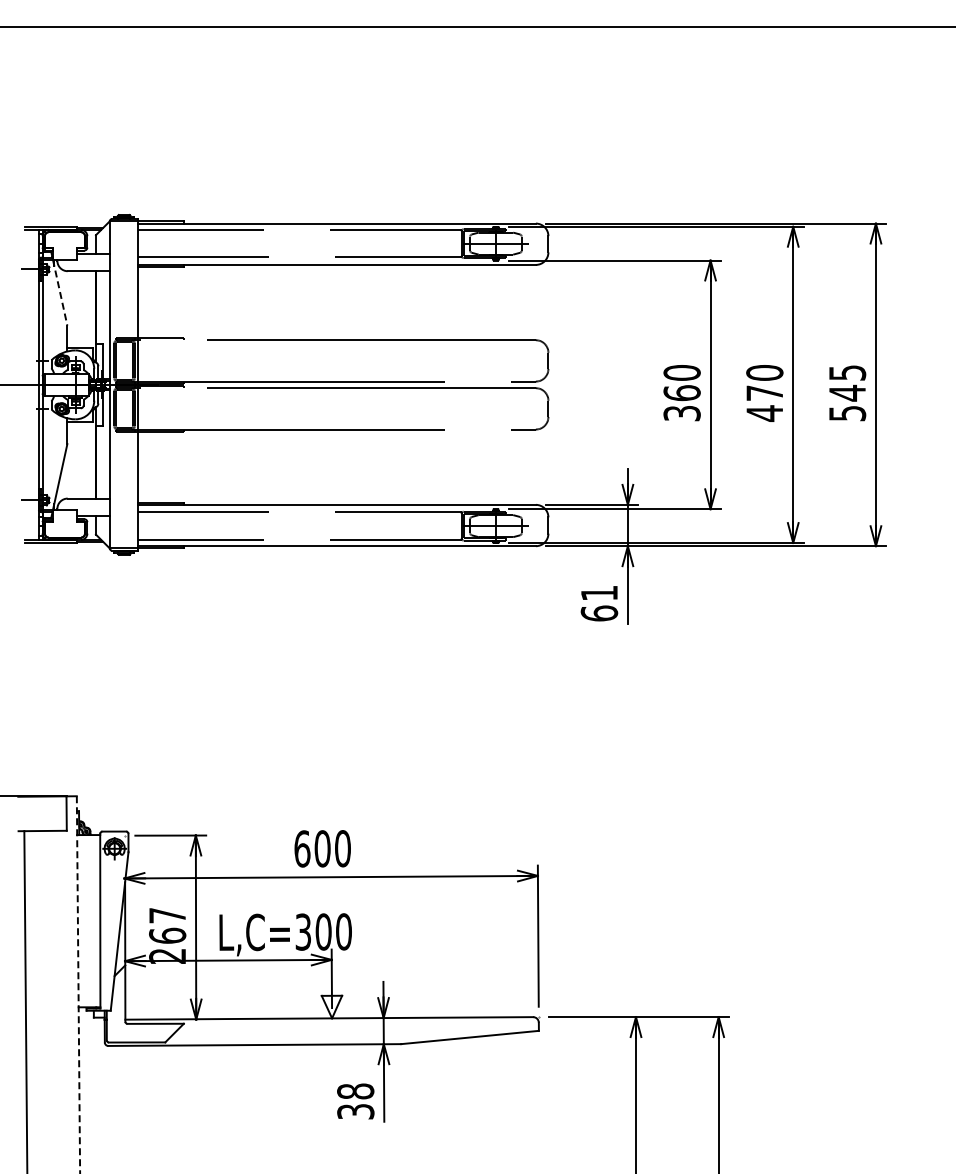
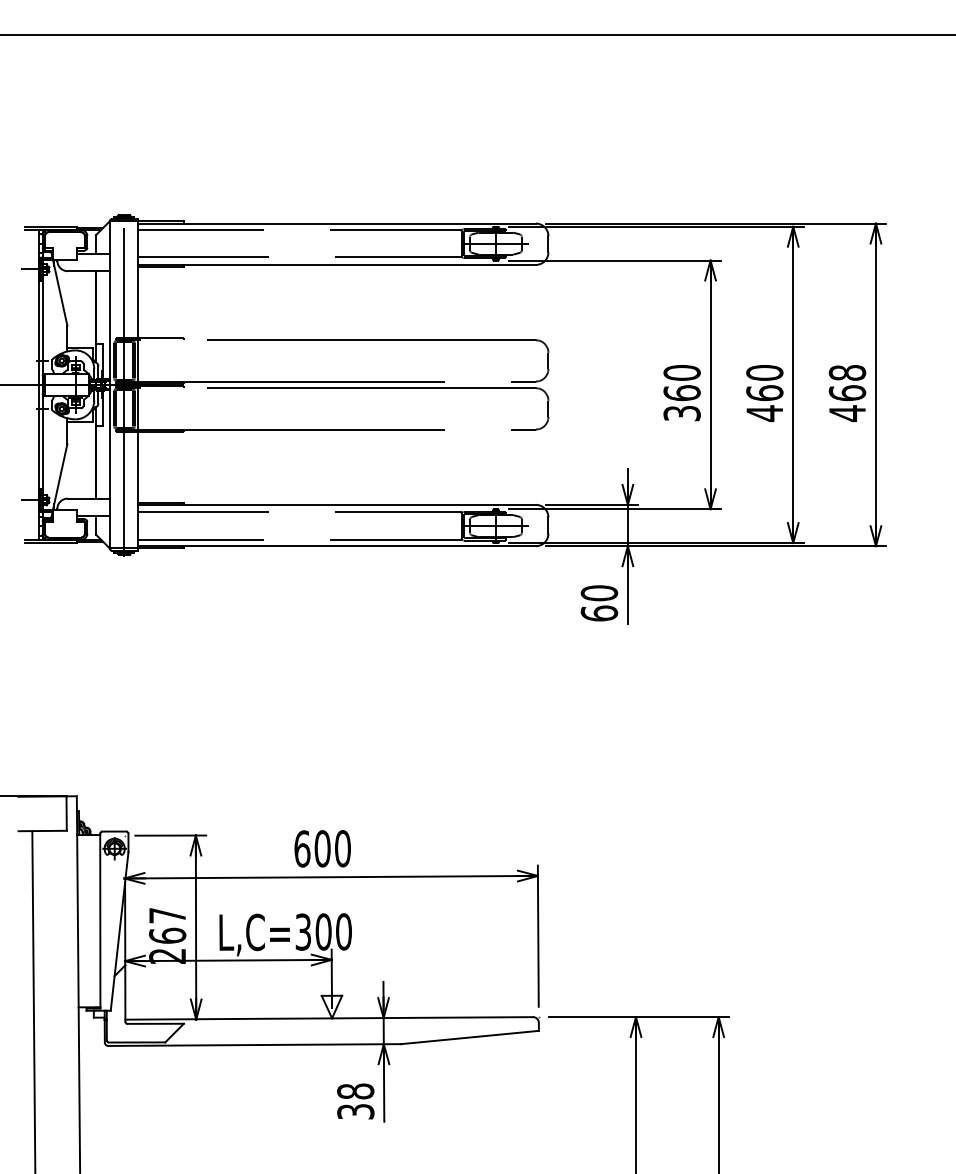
line at (477, 27) position: (477, 27) -> (477, 35)
line at (60, 292): dashed -> solid
line at (124, 385): none -> present
text at (764, 393): 470 -> 460
text at (847, 393): 545 -> 468
text at (599, 593): 61 -> 60
line at (78, 985): dashed -> solid
line at (25, 1000) position: (25, 1000) -> (33, 1000)
